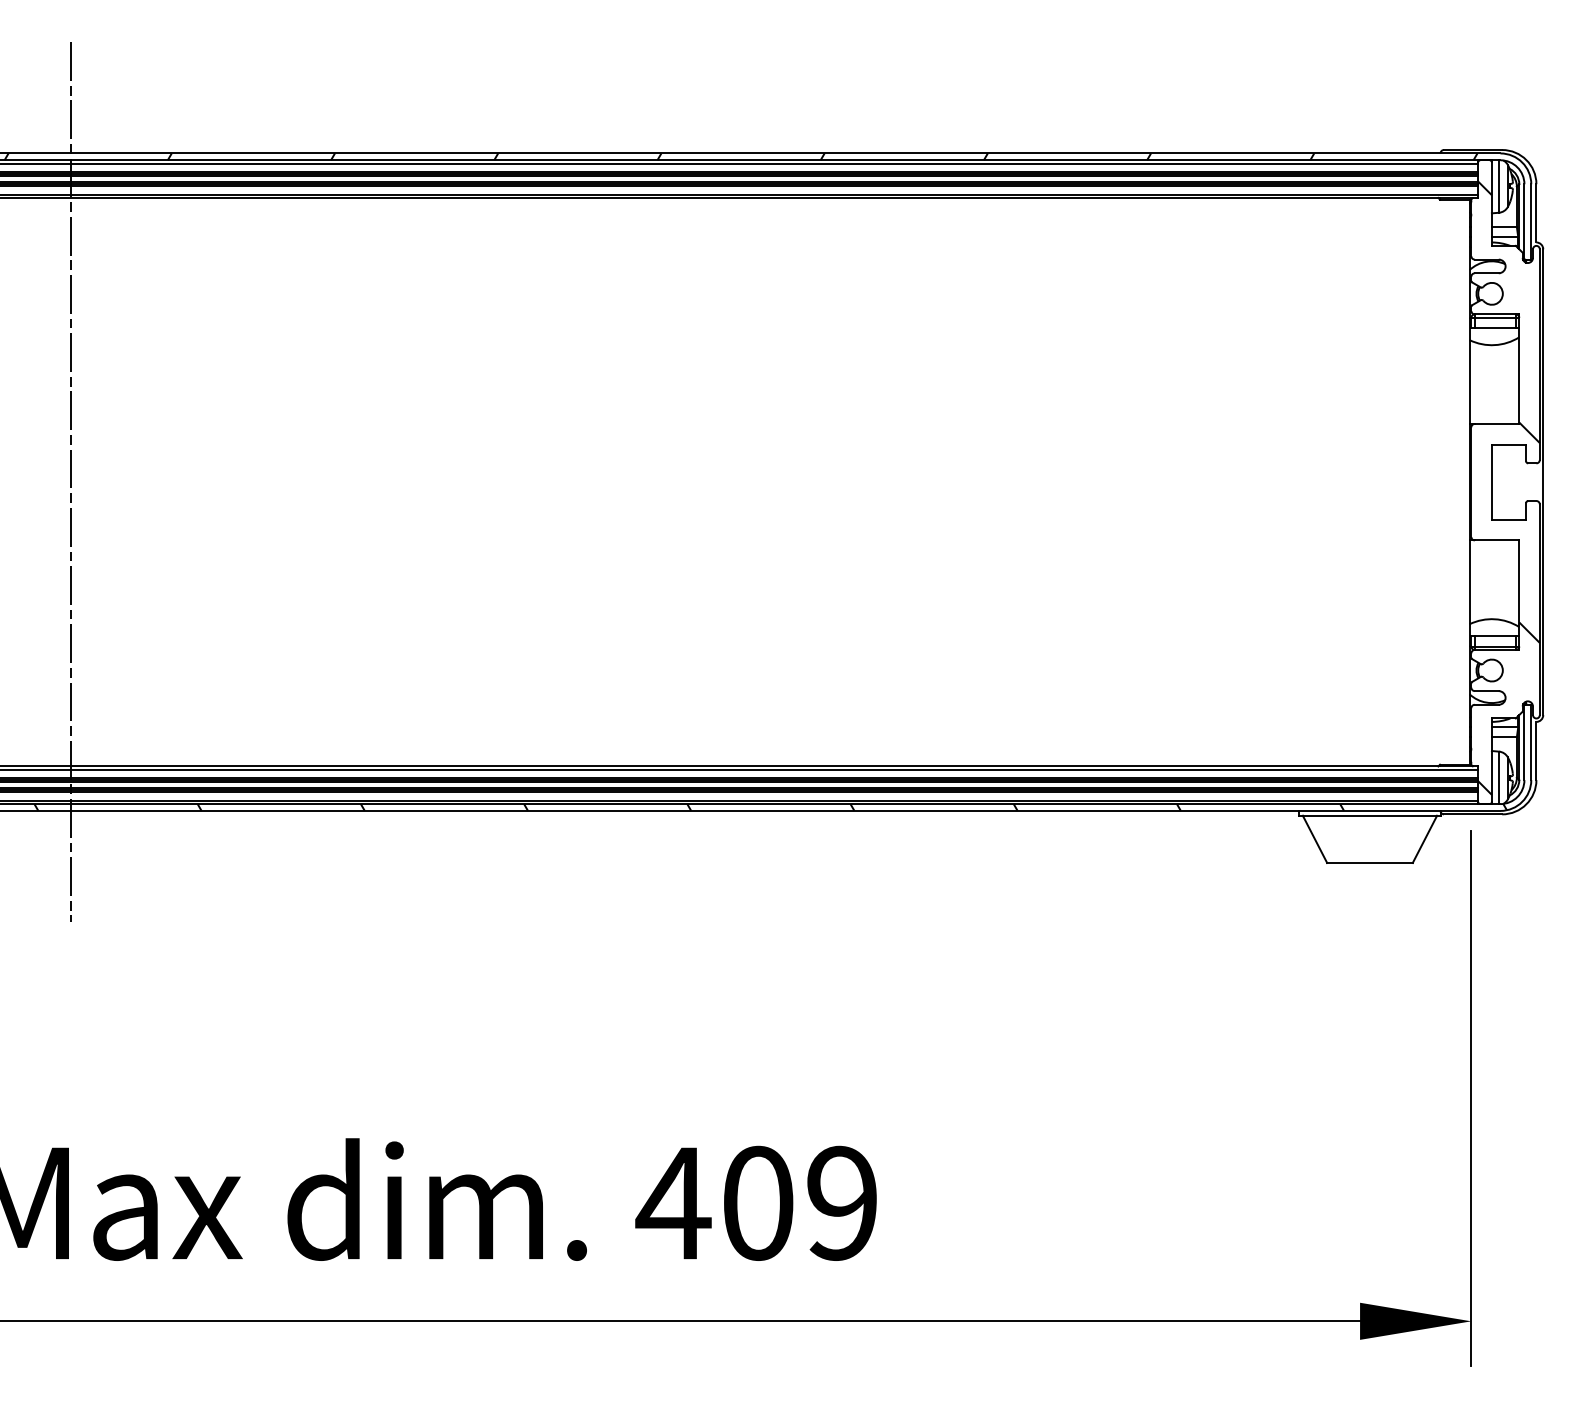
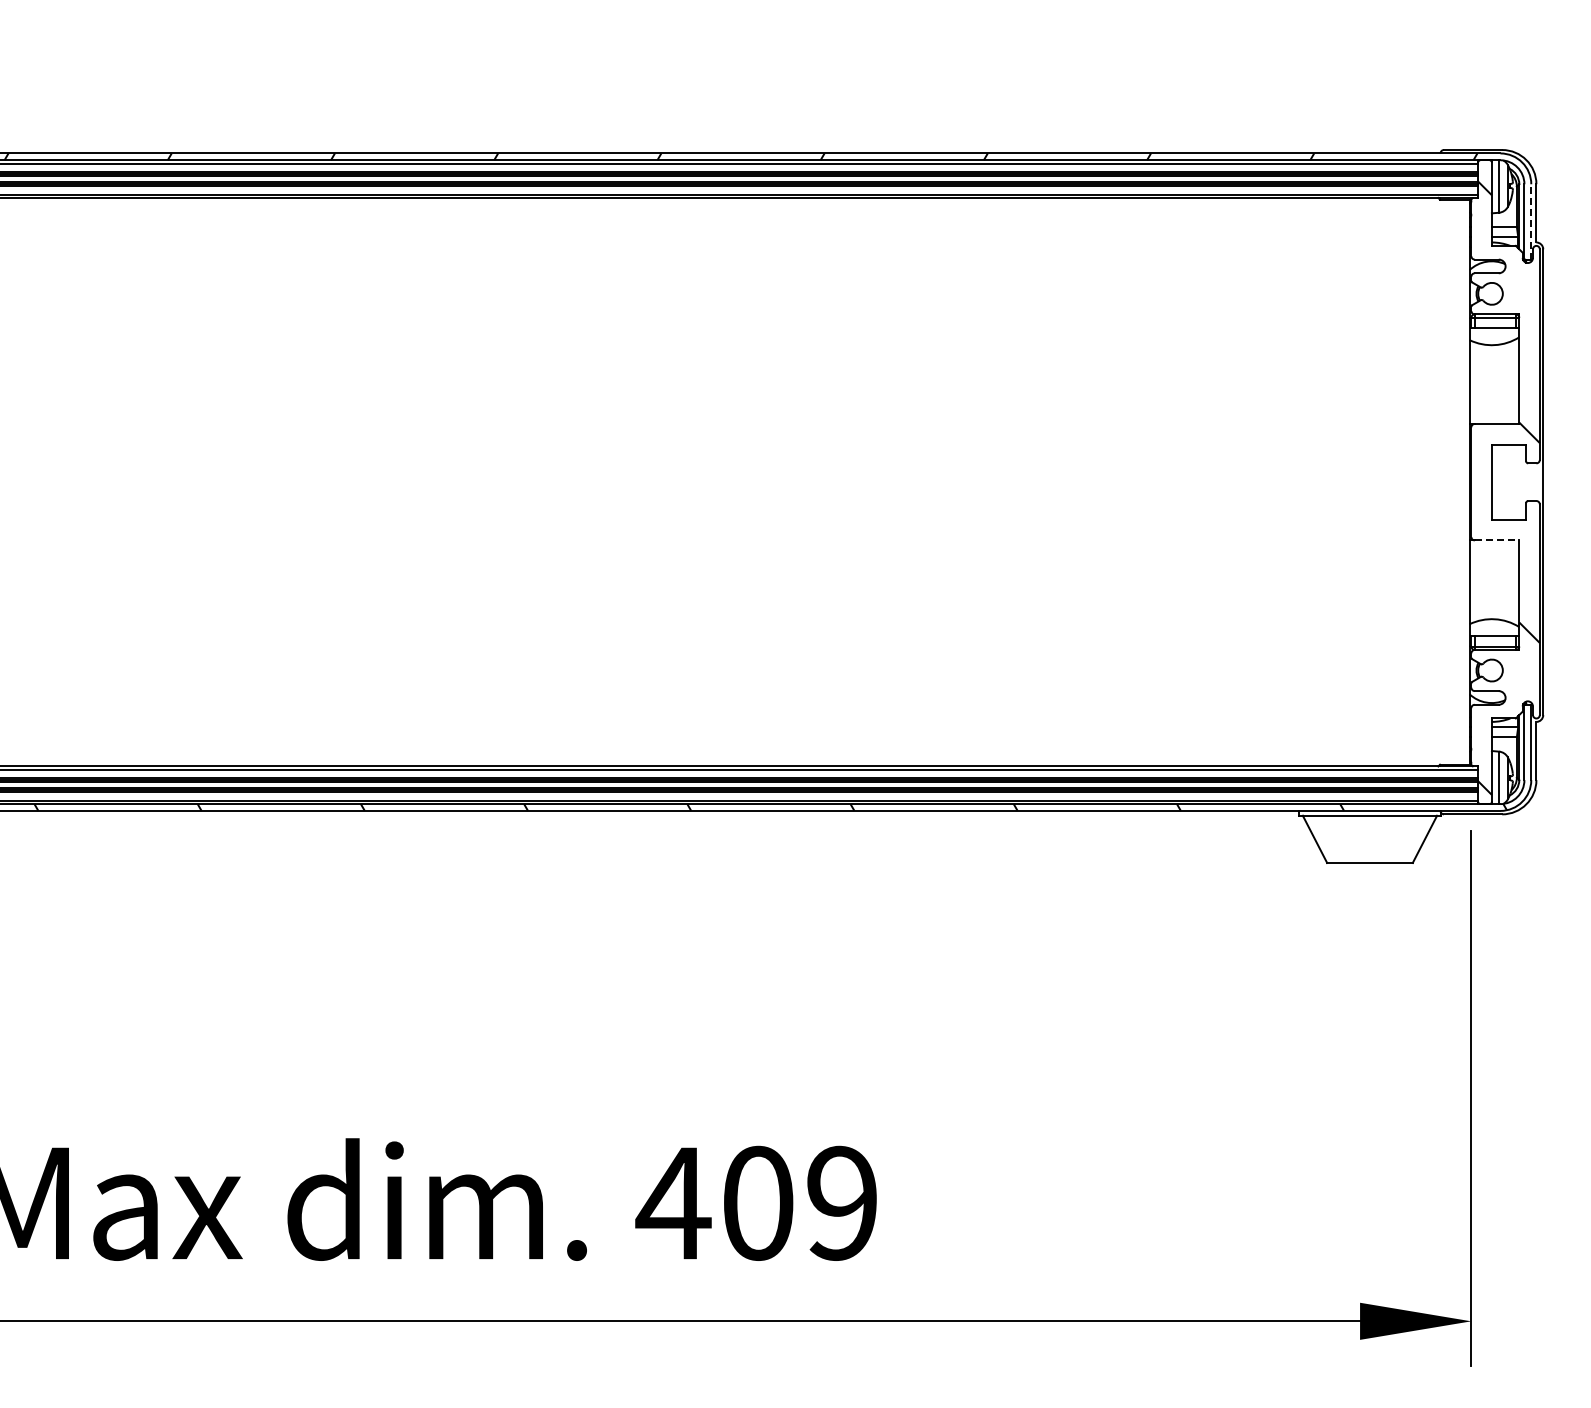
line at (1531, 221): solid -> dashed
line at (70, 482): present -> none
line at (1497, 540): solid -> dashed
